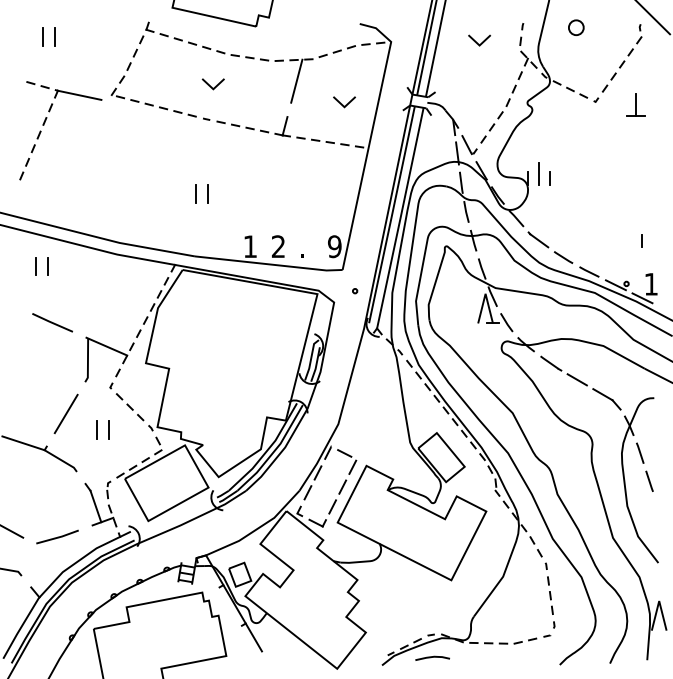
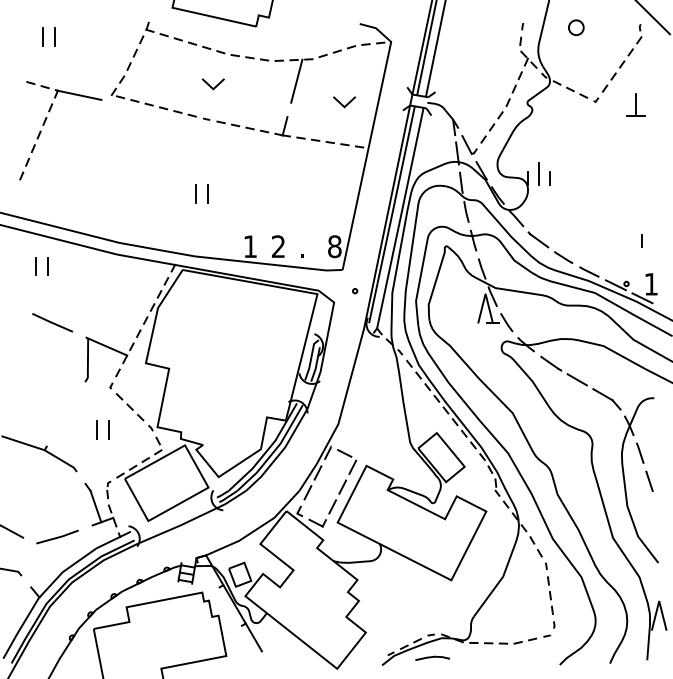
line at (477, 42): present -> none
text at (334, 246): 9 -> 8
line at (65, 413): present -> none
